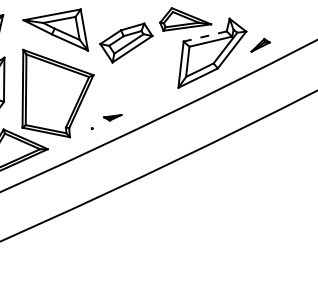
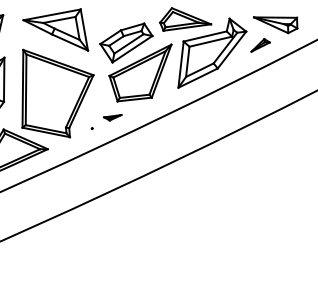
part at (275, 25): none -> present
line at (204, 36): dashed -> solid
part at (140, 72): none -> present
